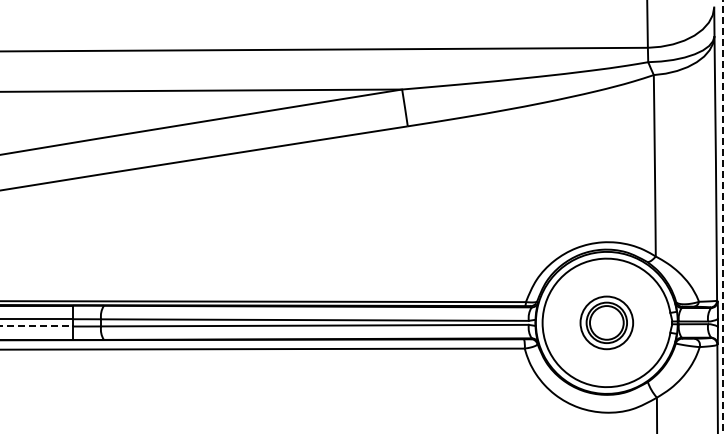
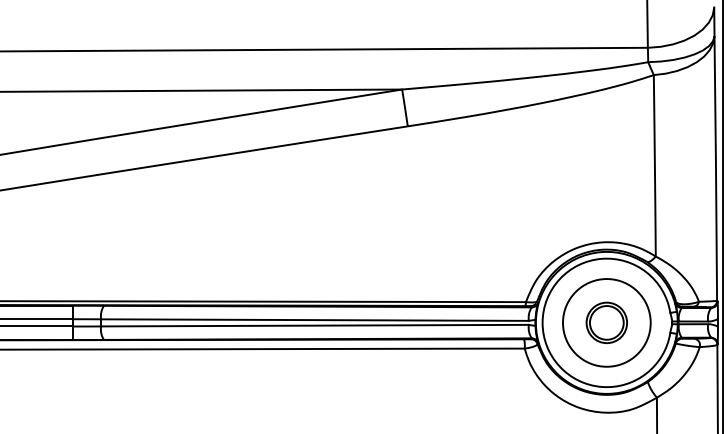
line at (722, 216): dashed -> solid
circle at (606, 322) diameter: 53 px -> 88 px
line at (37, 326): dashed -> solid
